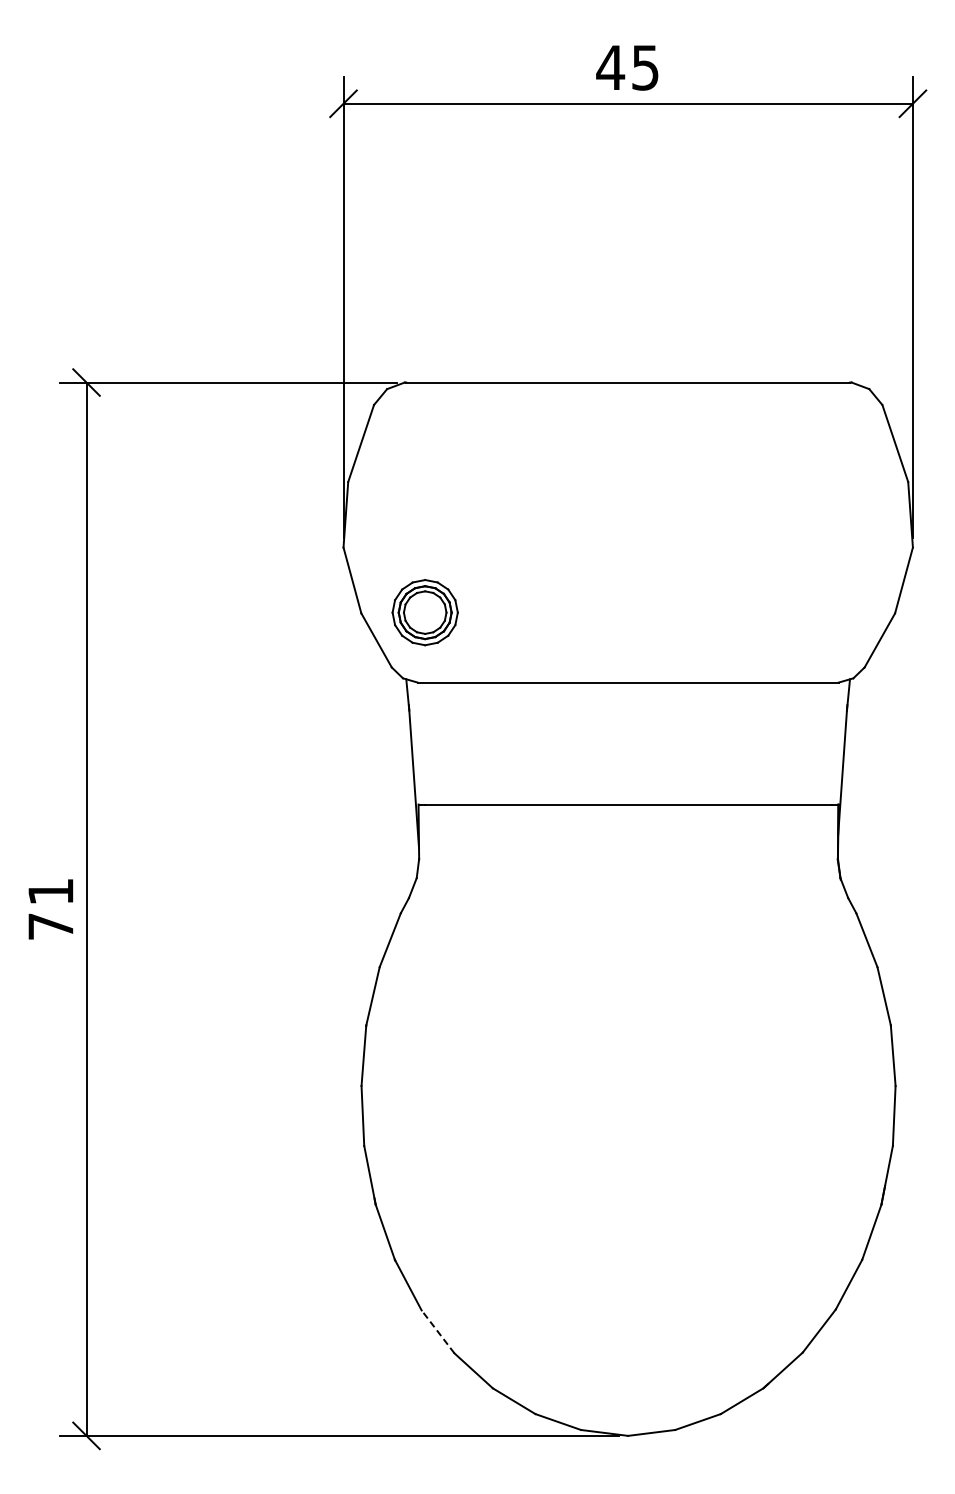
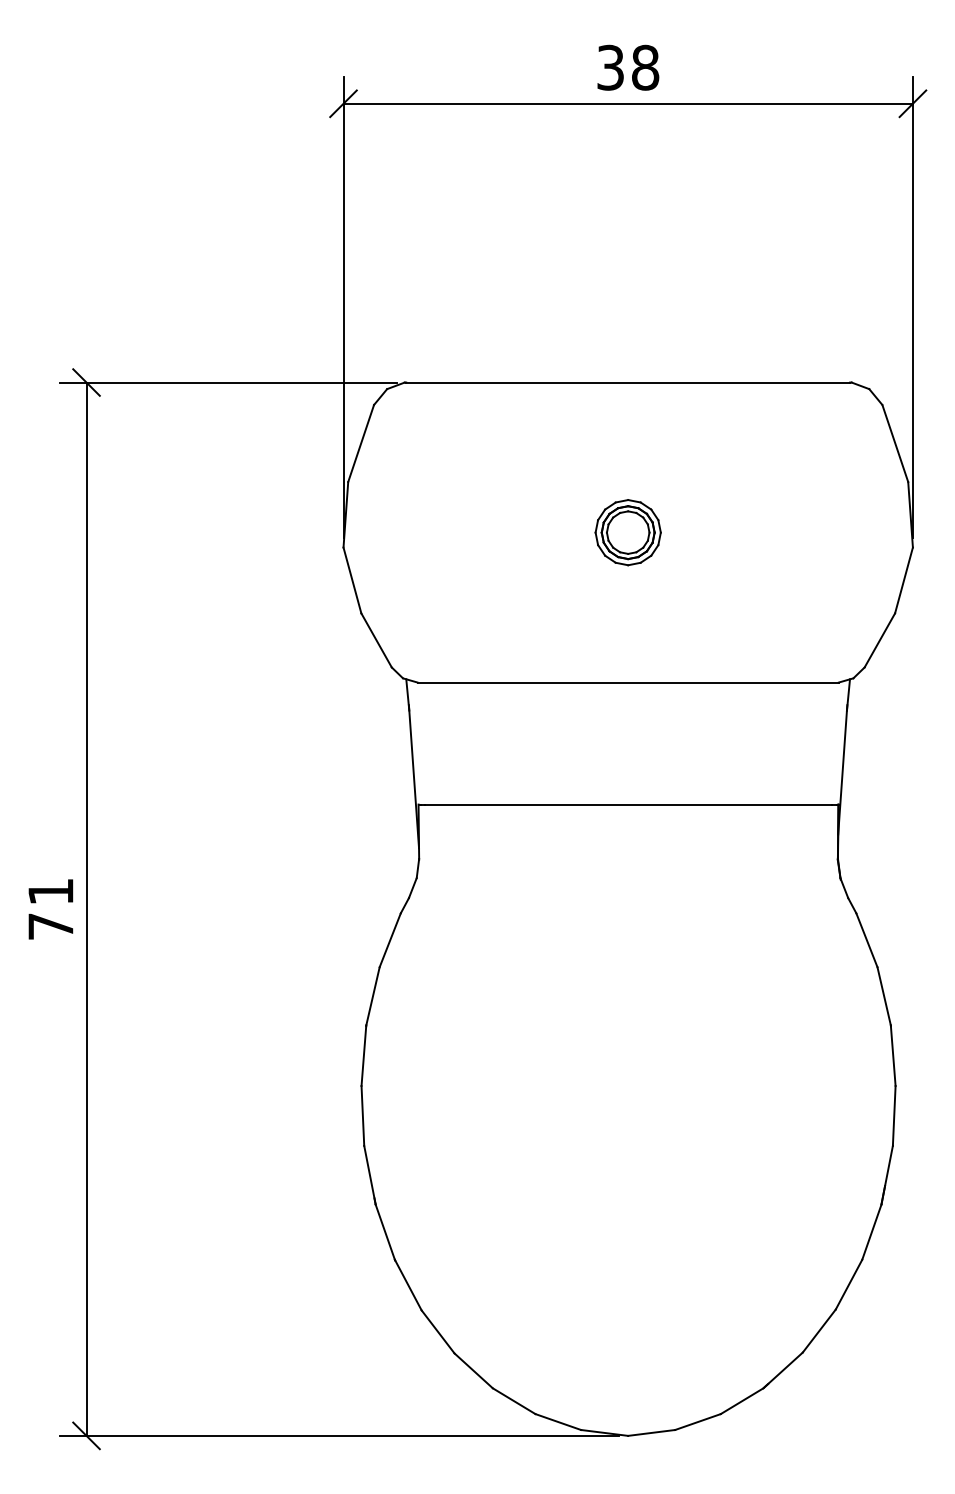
text at (627, 67): 45 -> 38
part at (424, 612) position: (424, 612) -> (627, 532)
line at (437, 1331): dashed -> solid
